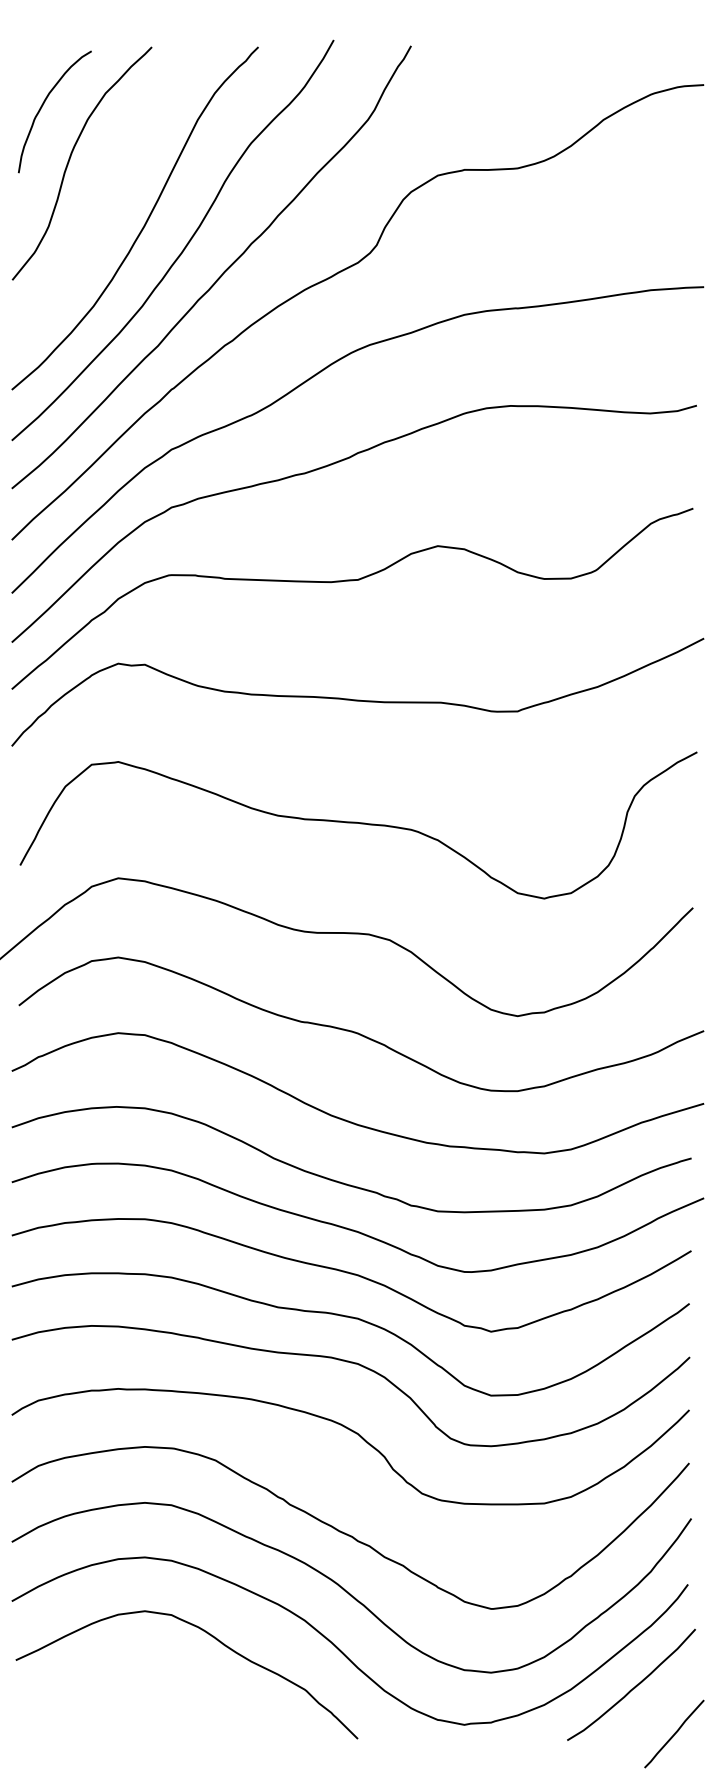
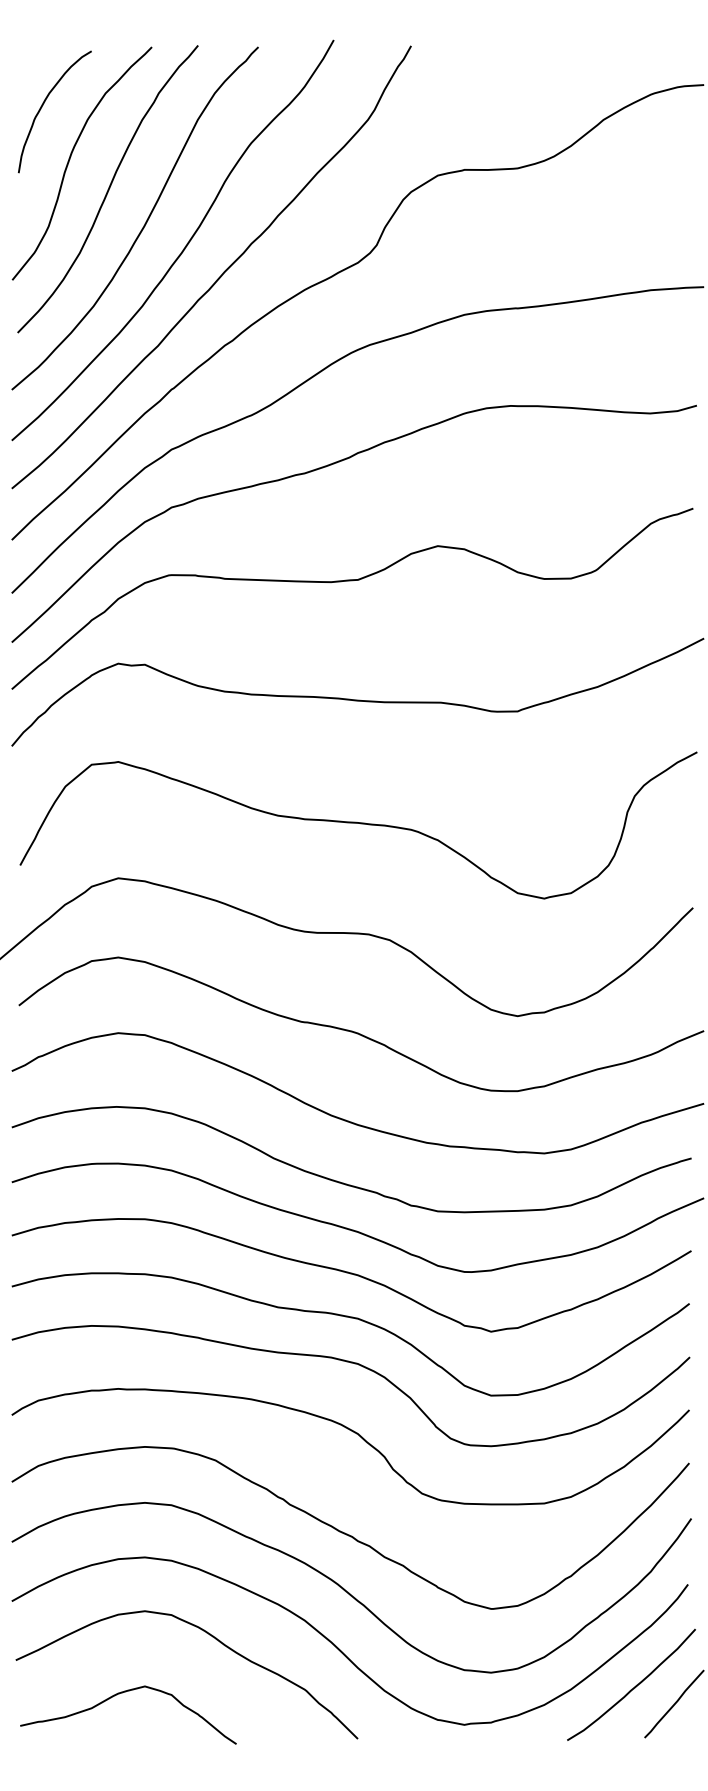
curve at (107, 189): none -> present
curve at (122, 1693): none -> present
line at (674, 1733) position: (674, 1733) -> (674, 1703)
